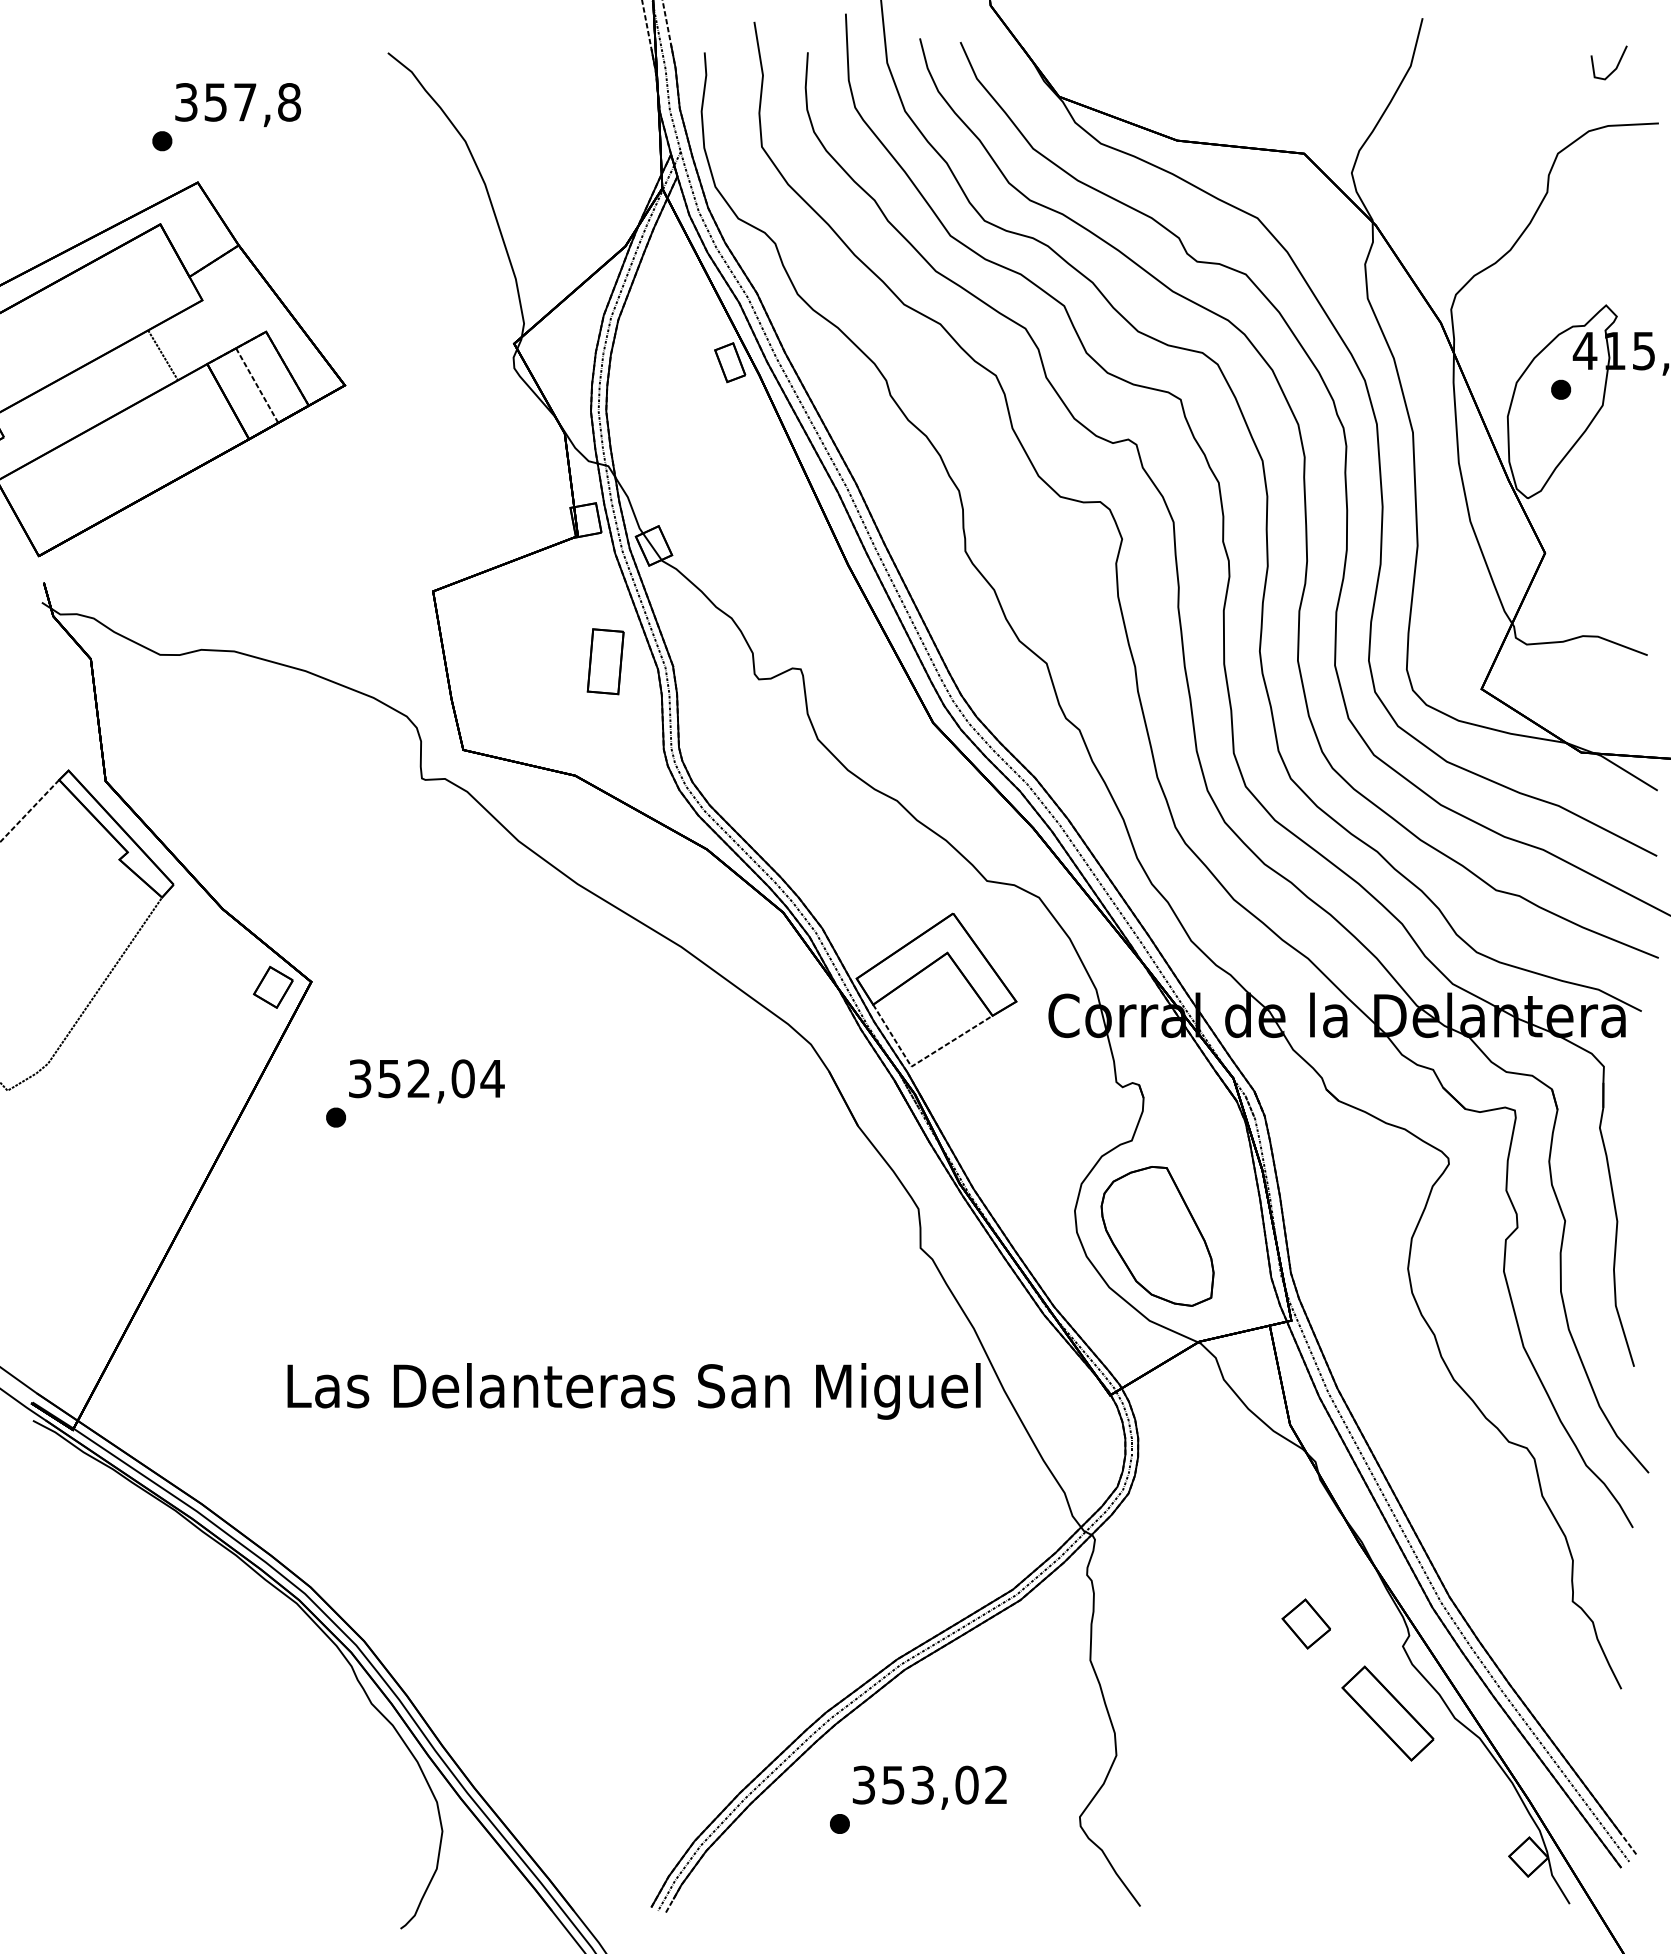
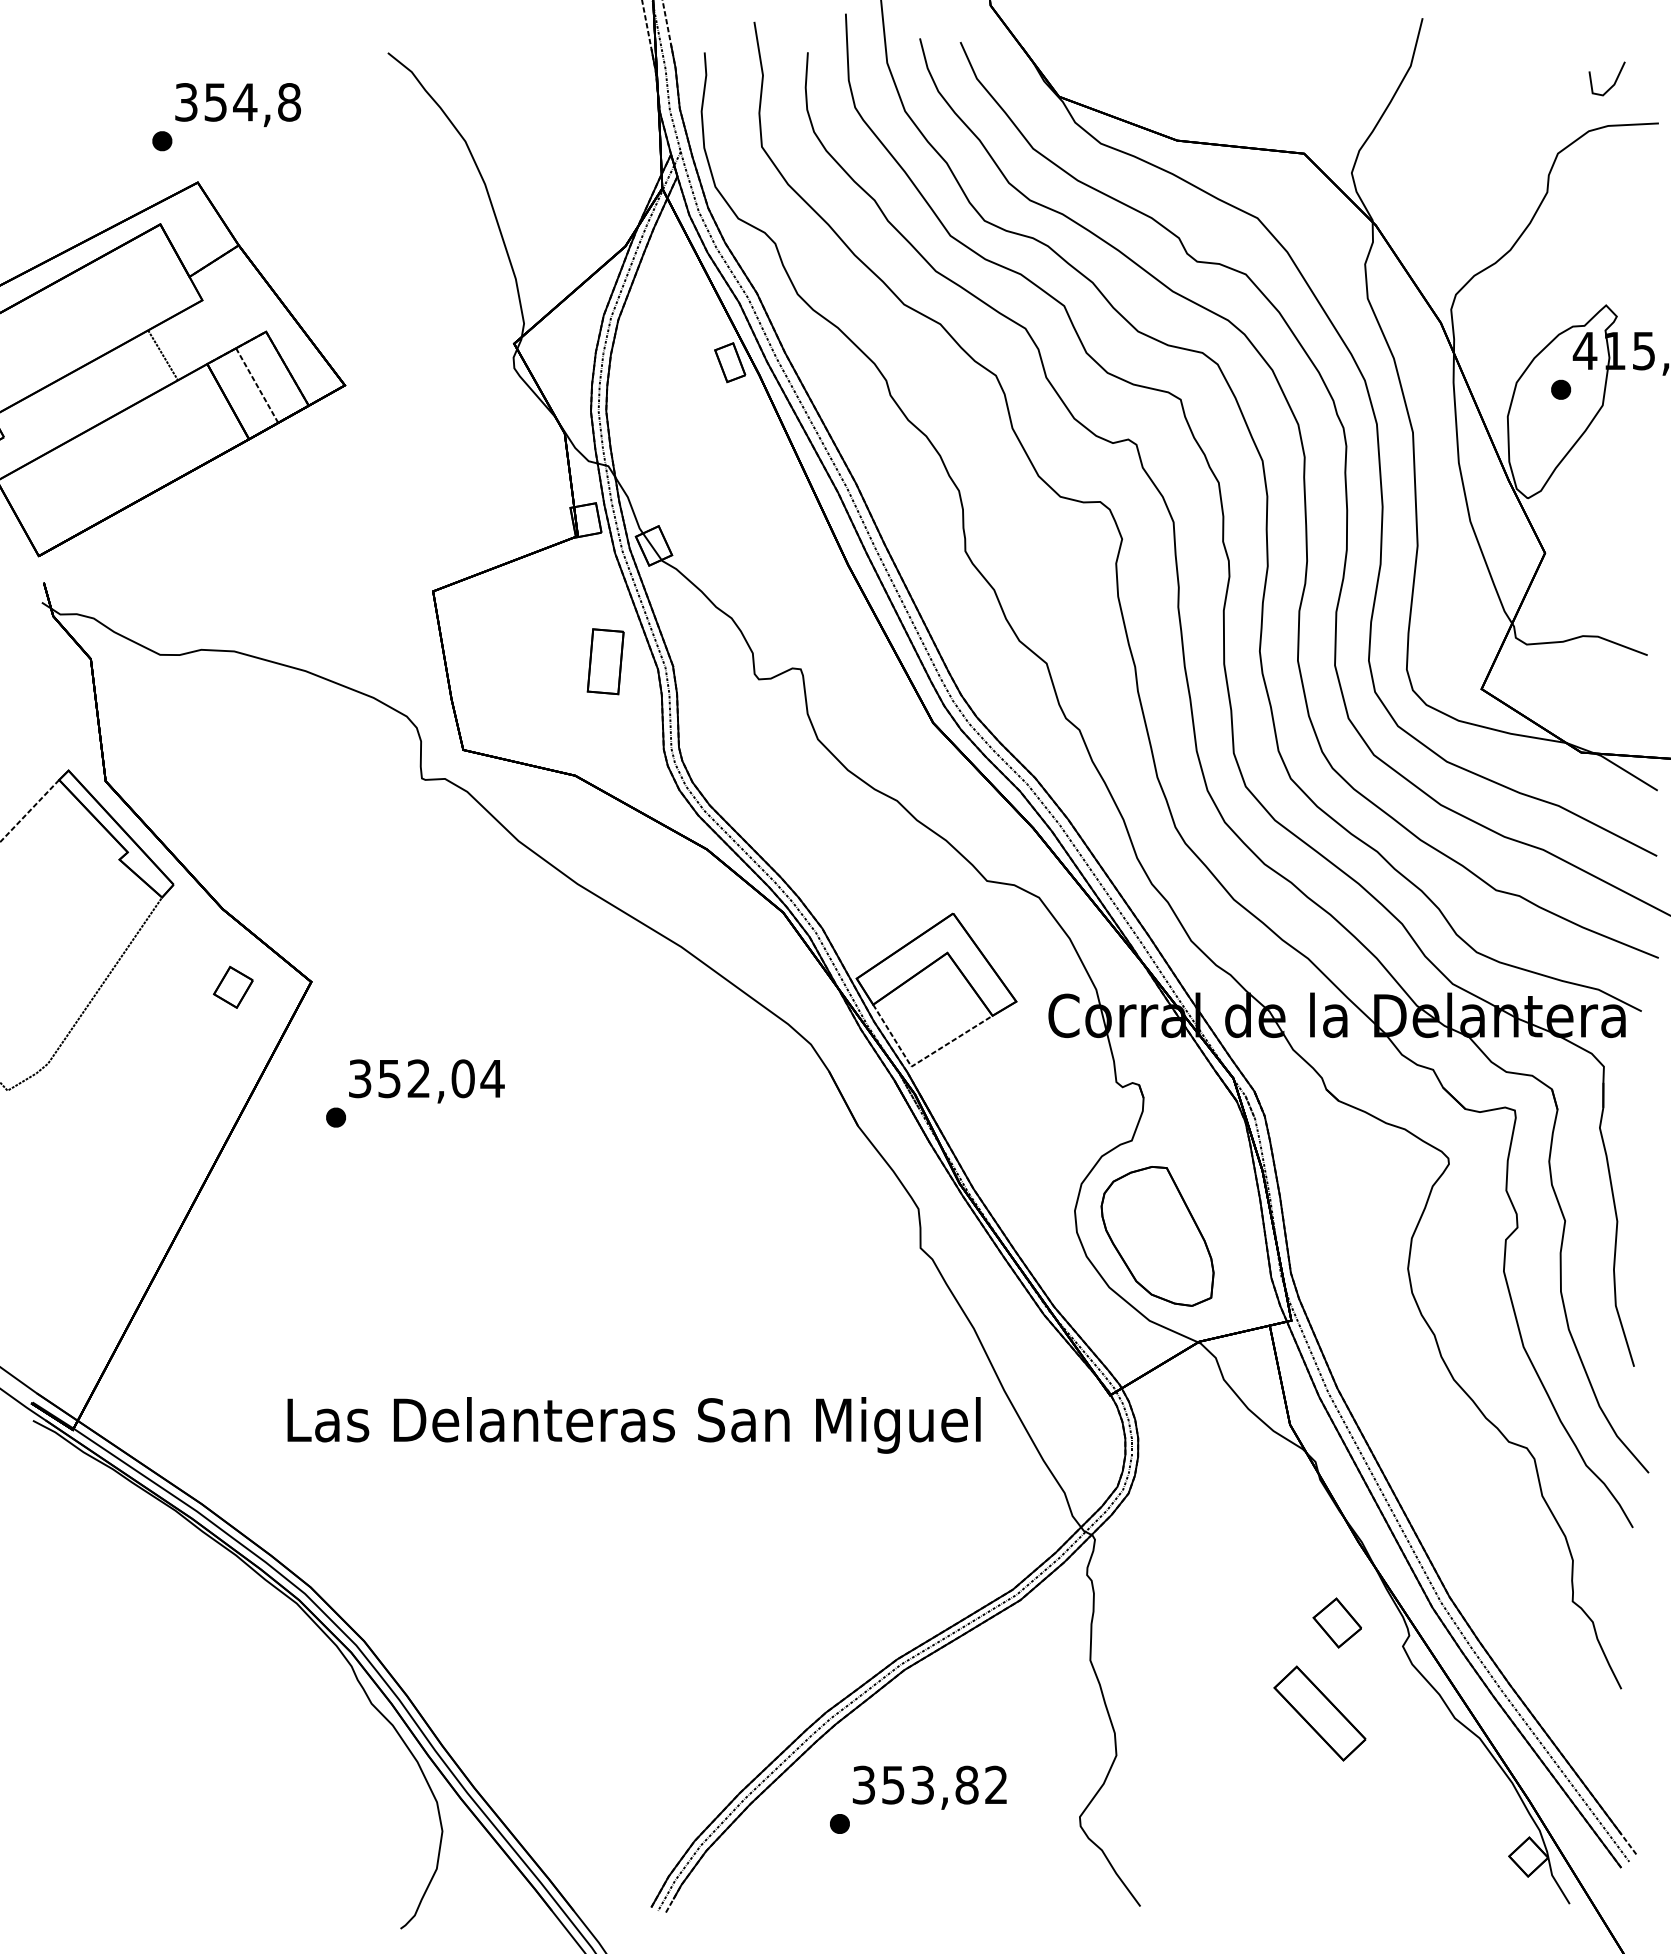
line at (1616, 65) position: (1616, 65) -> (1614, 81)
text at (245, 102): 357,8 -> 354,8
part at (273, 987) position: (273, 987) -> (233, 987)
text at (633, 1391) position: (633, 1391) -> (633, 1425)
part at (1305, 1623) position: (1305, 1623) -> (1336, 1622)
part at (1387, 1713) position: (1387, 1713) -> (1319, 1713)
text at (966, 1785): 353,02 -> 353,82
